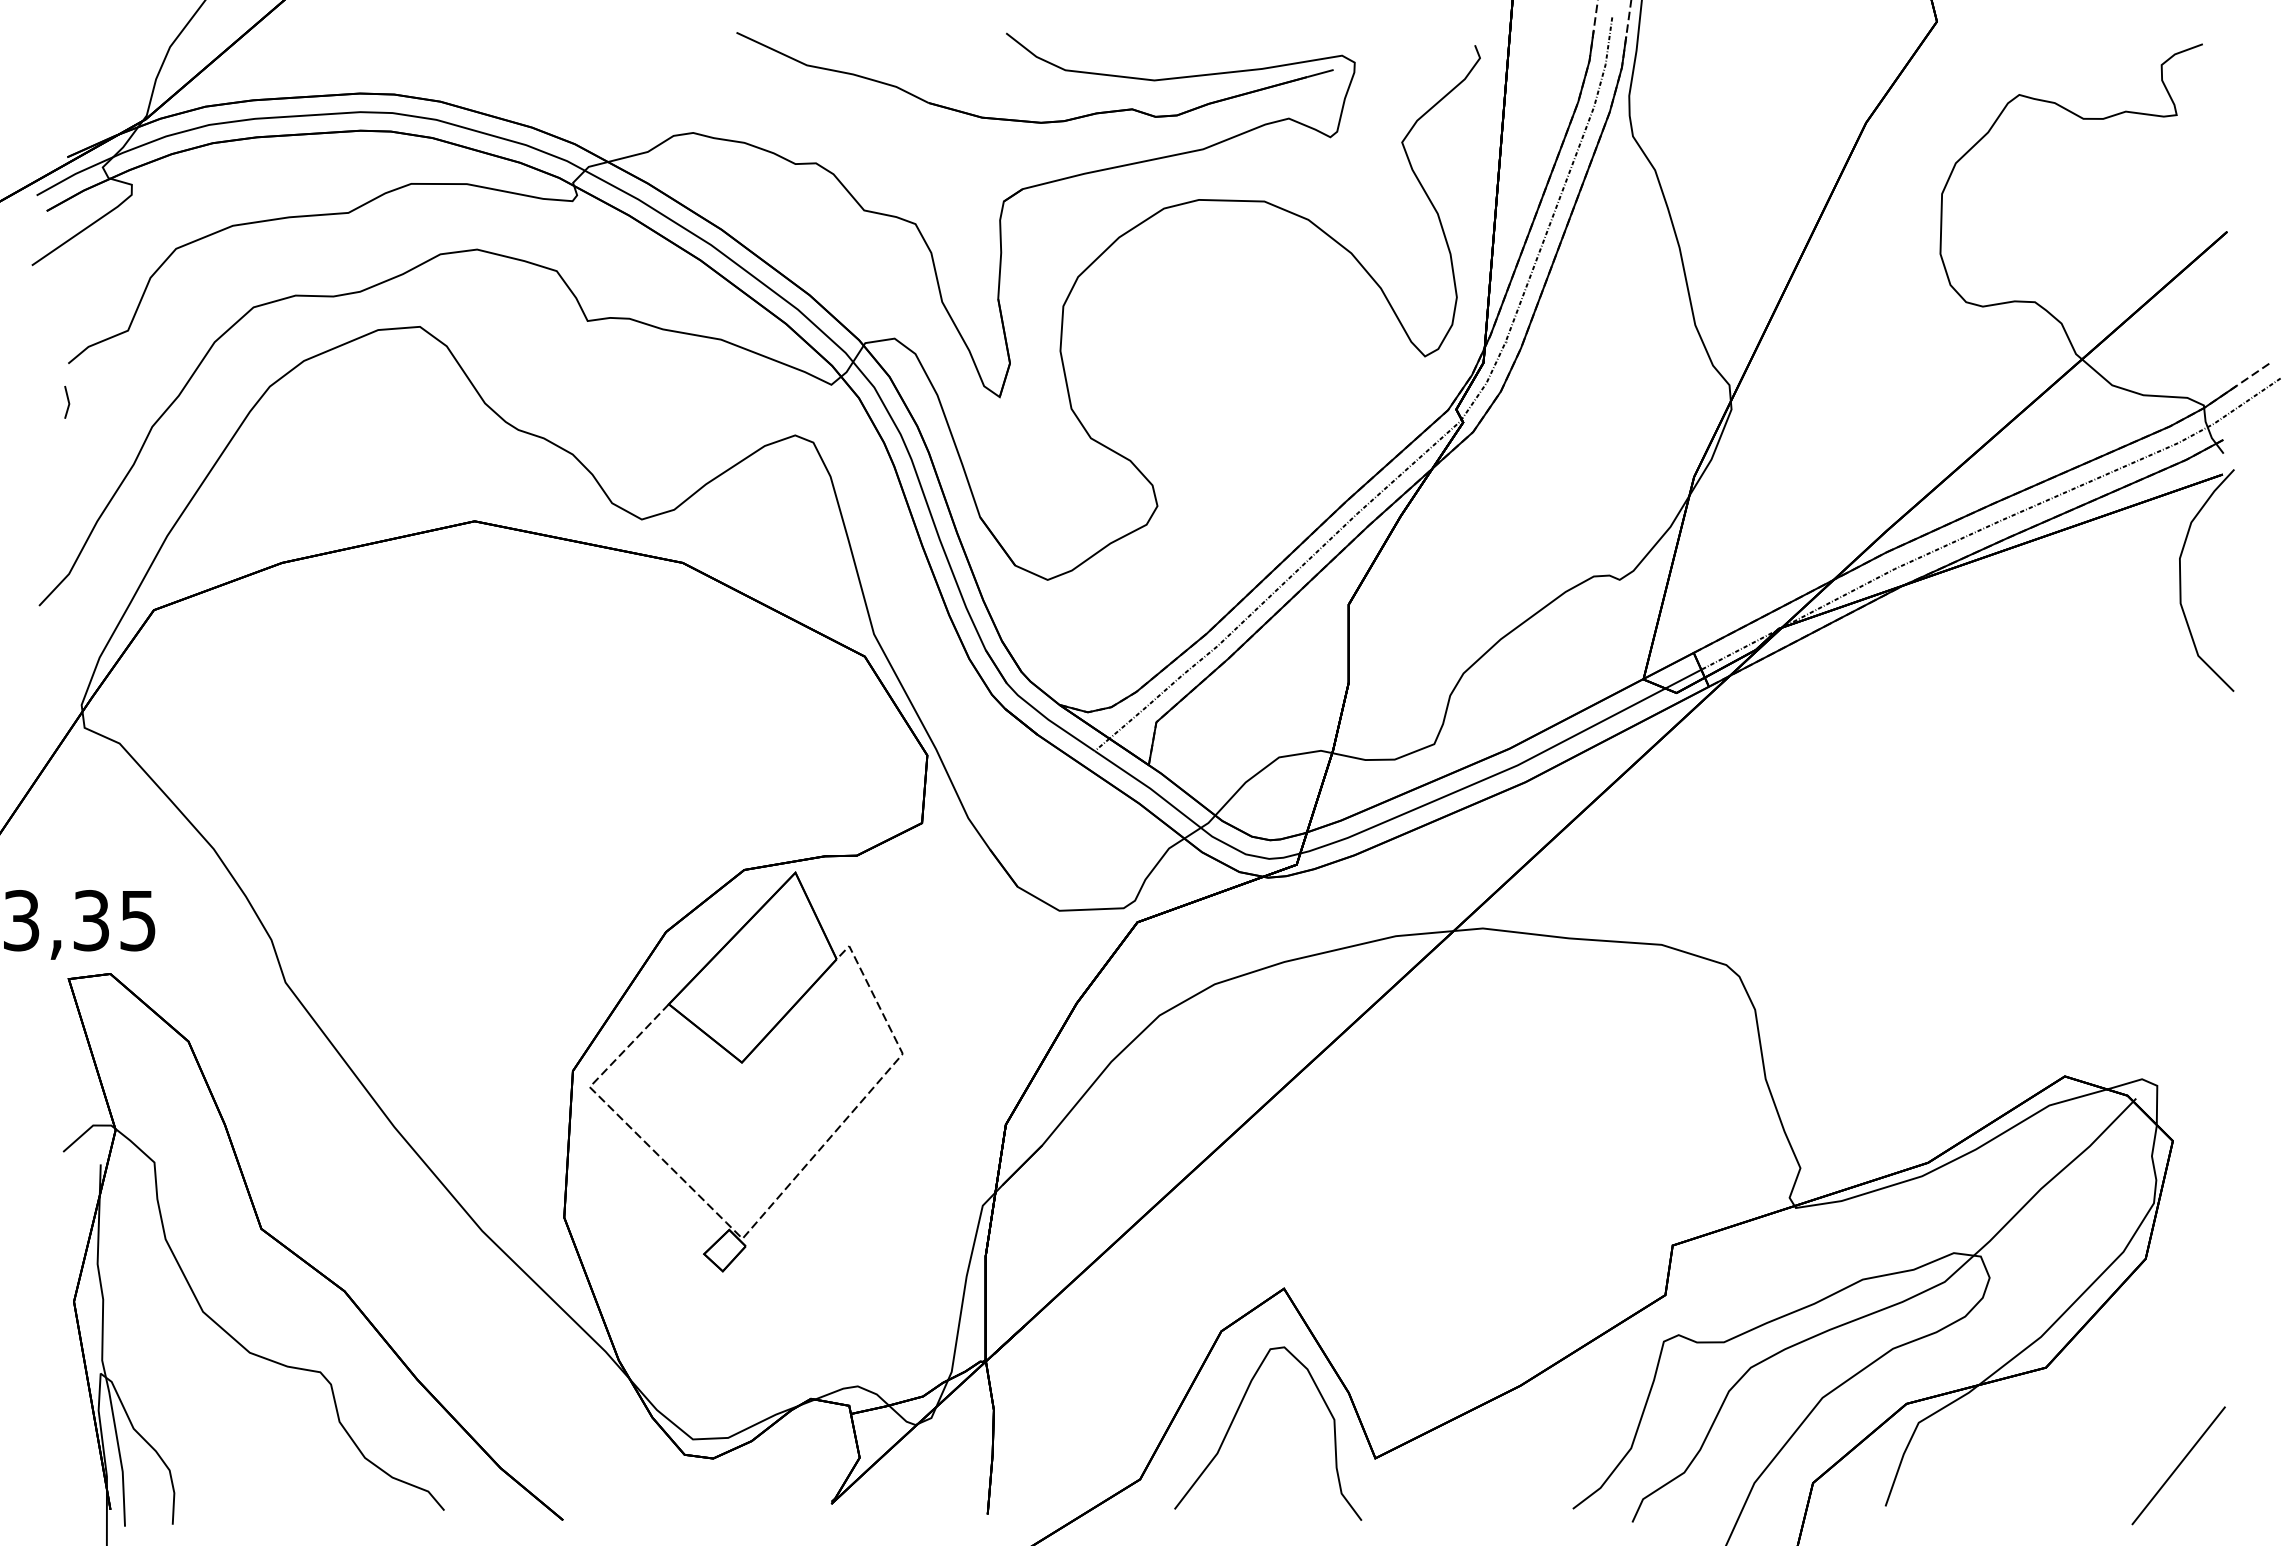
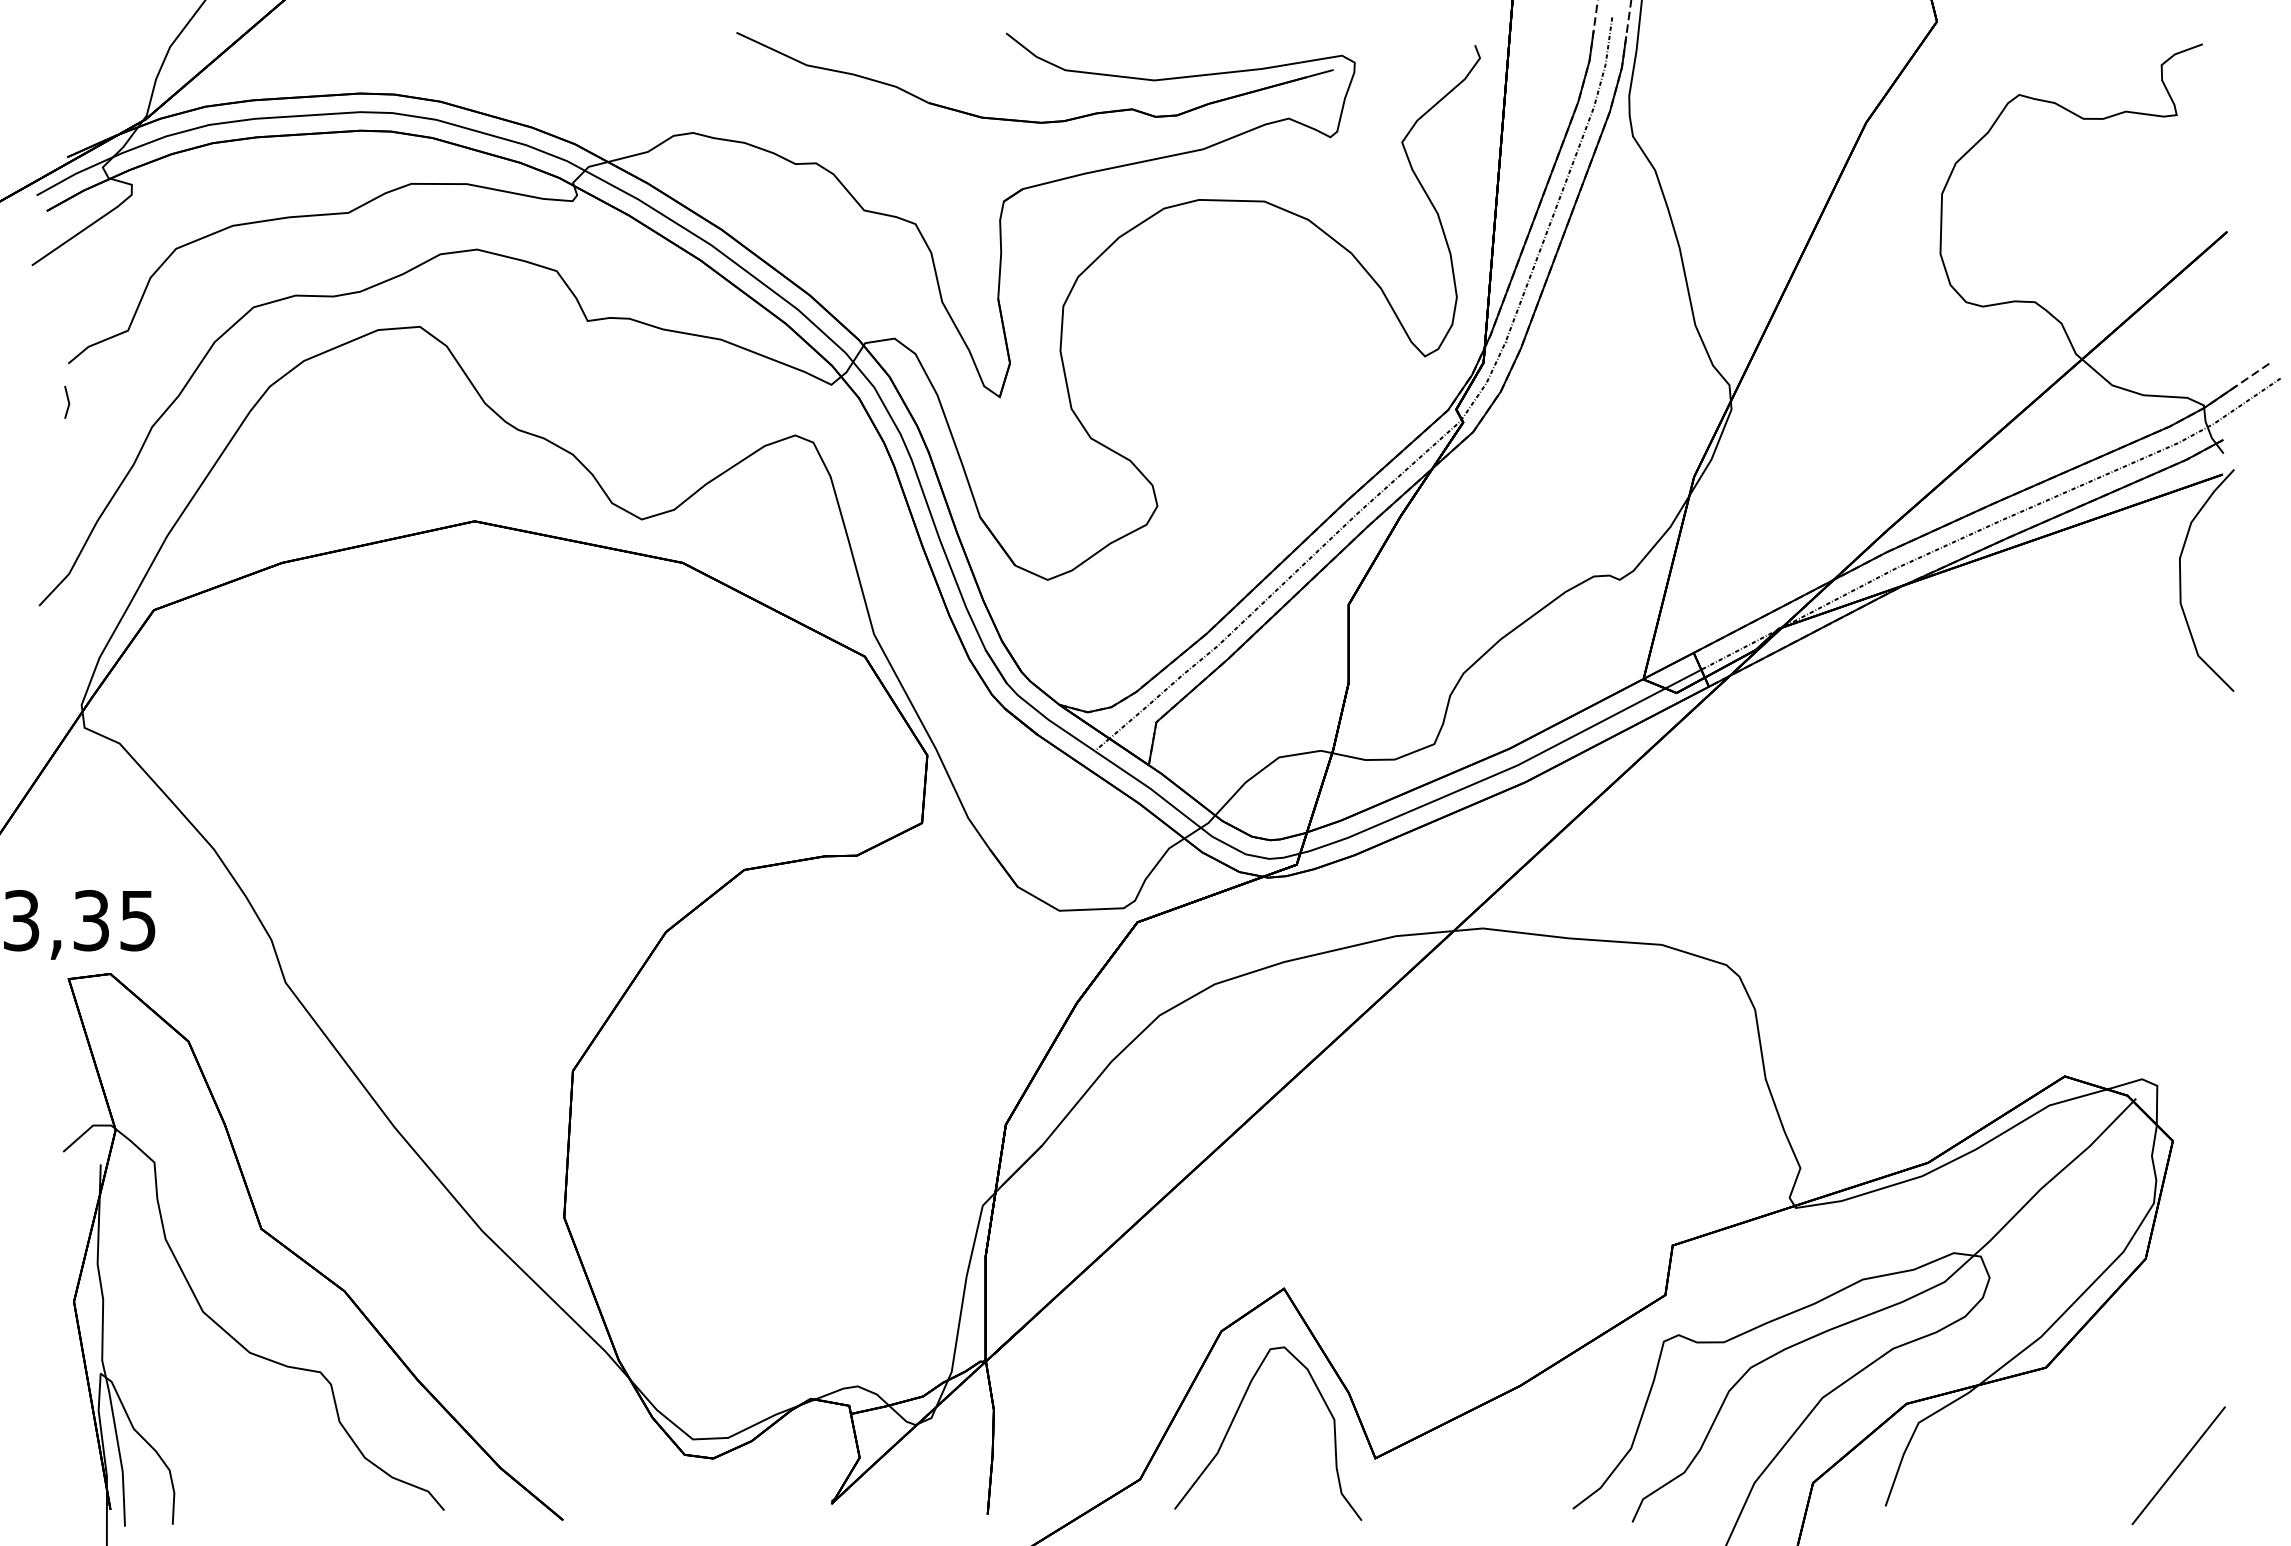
part at (742, 1063): present -> none
